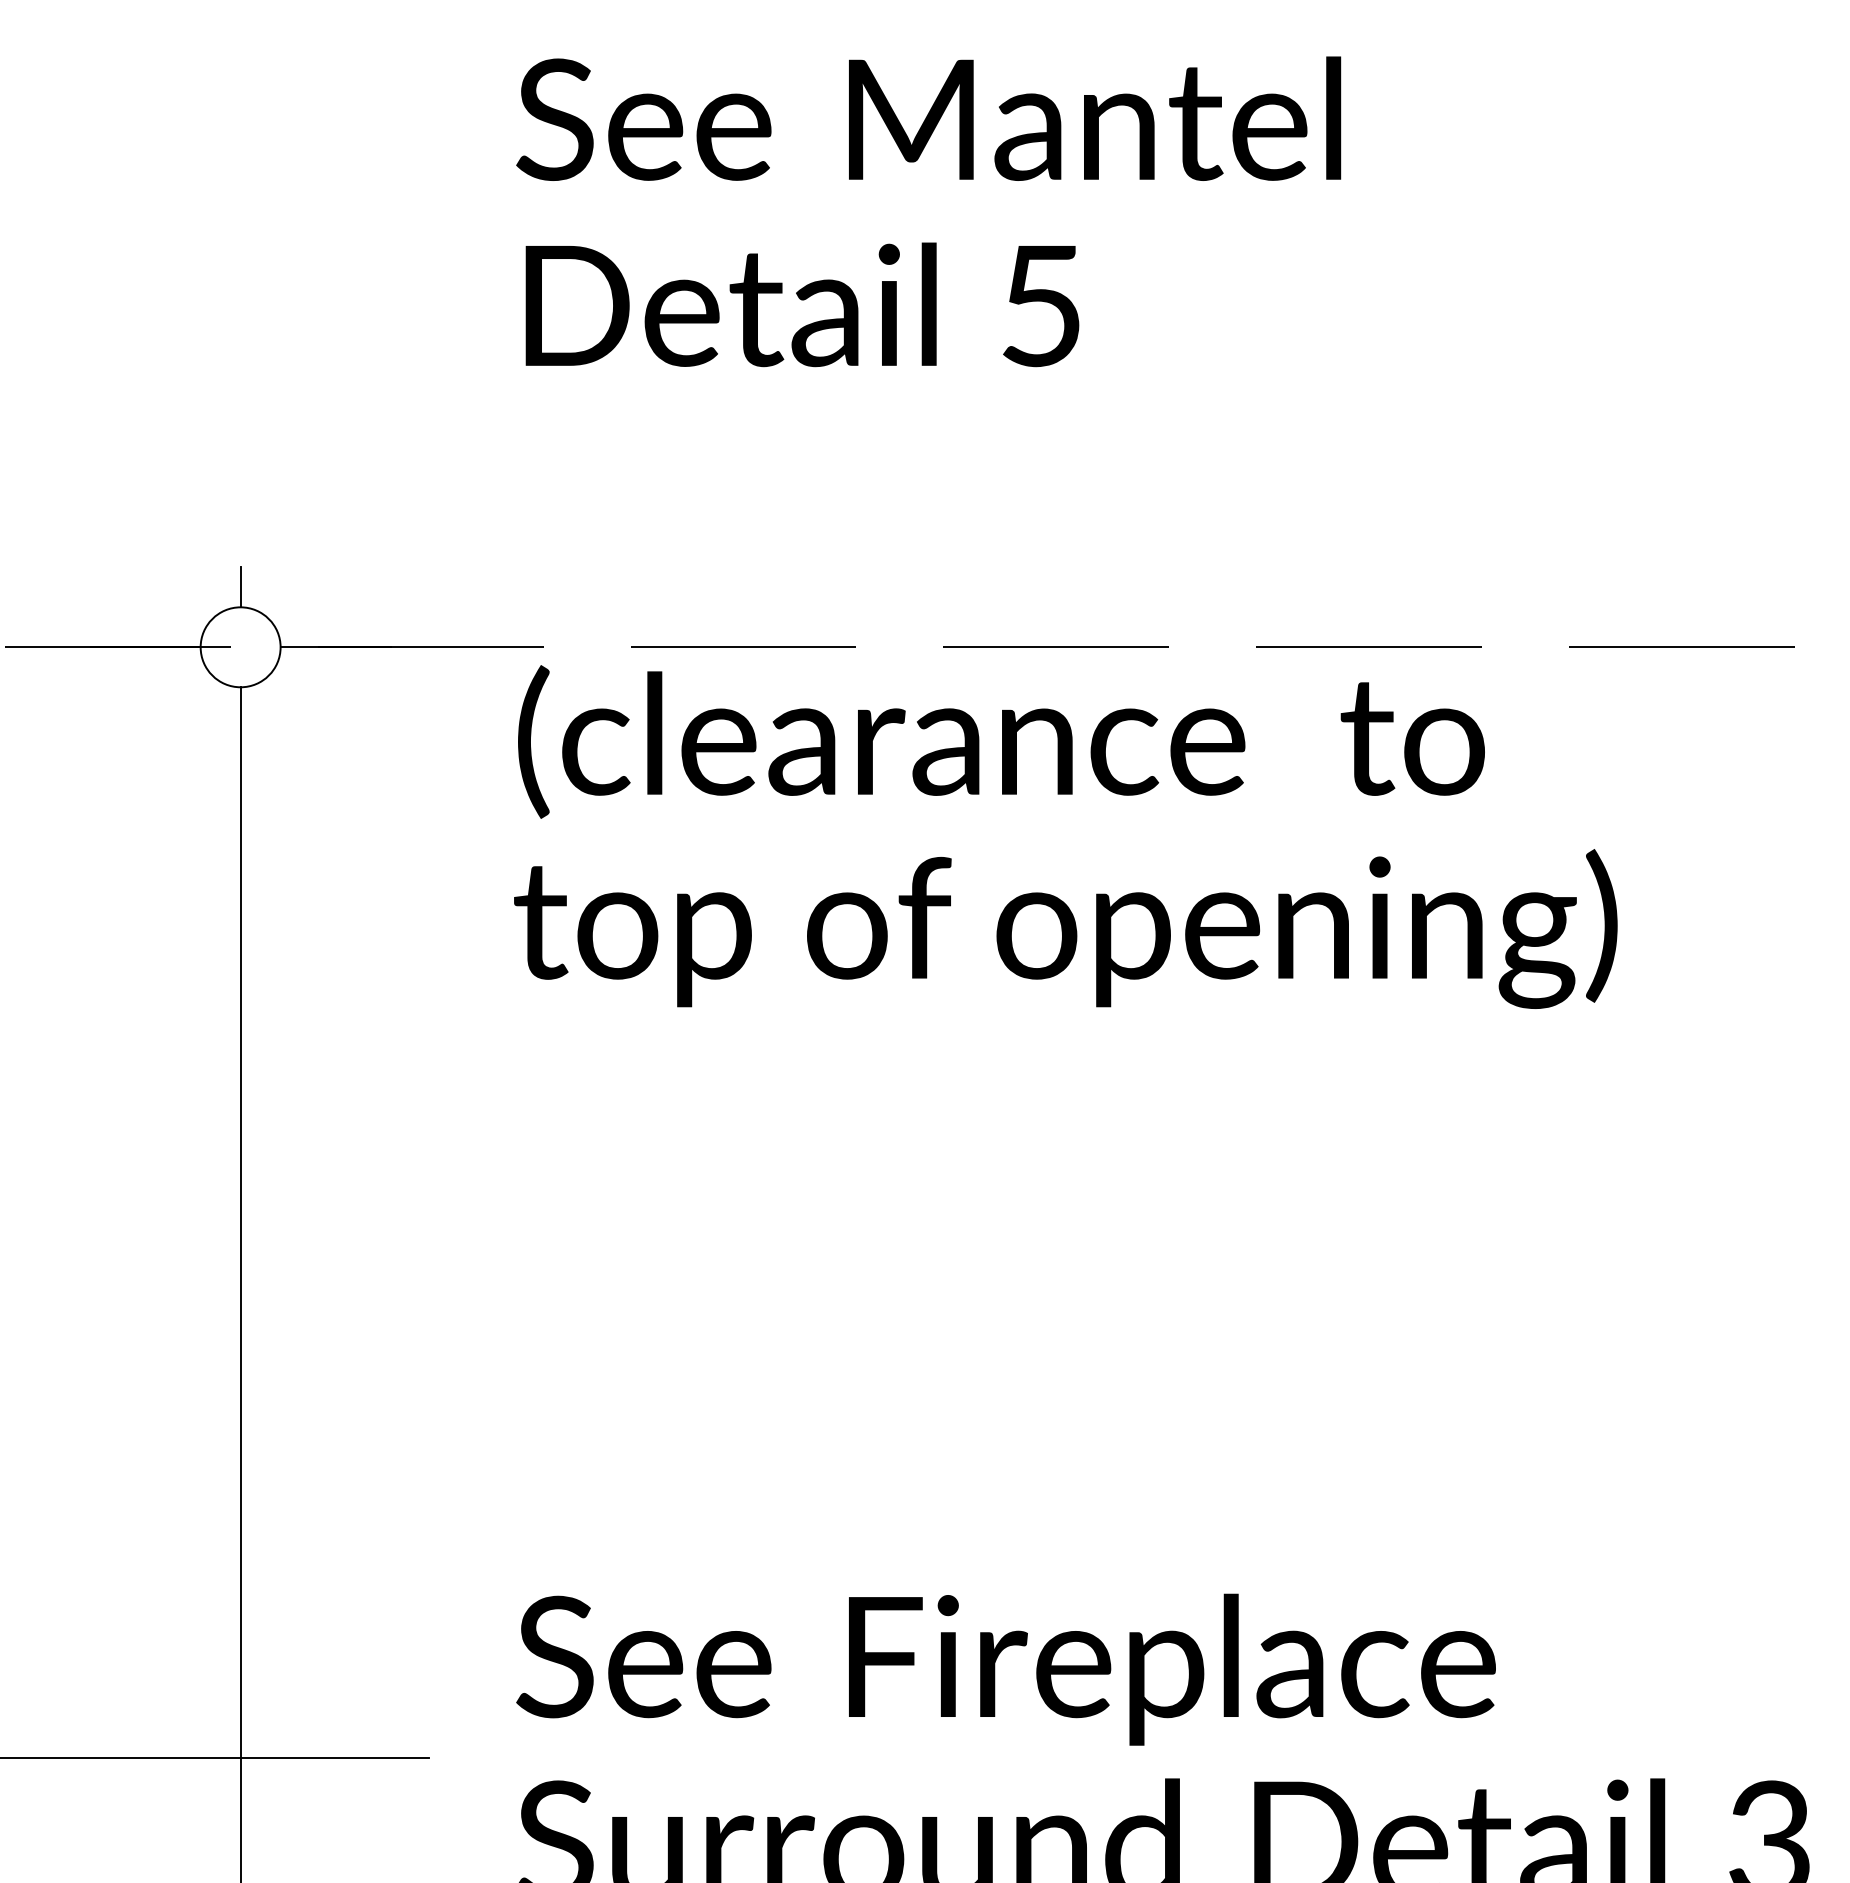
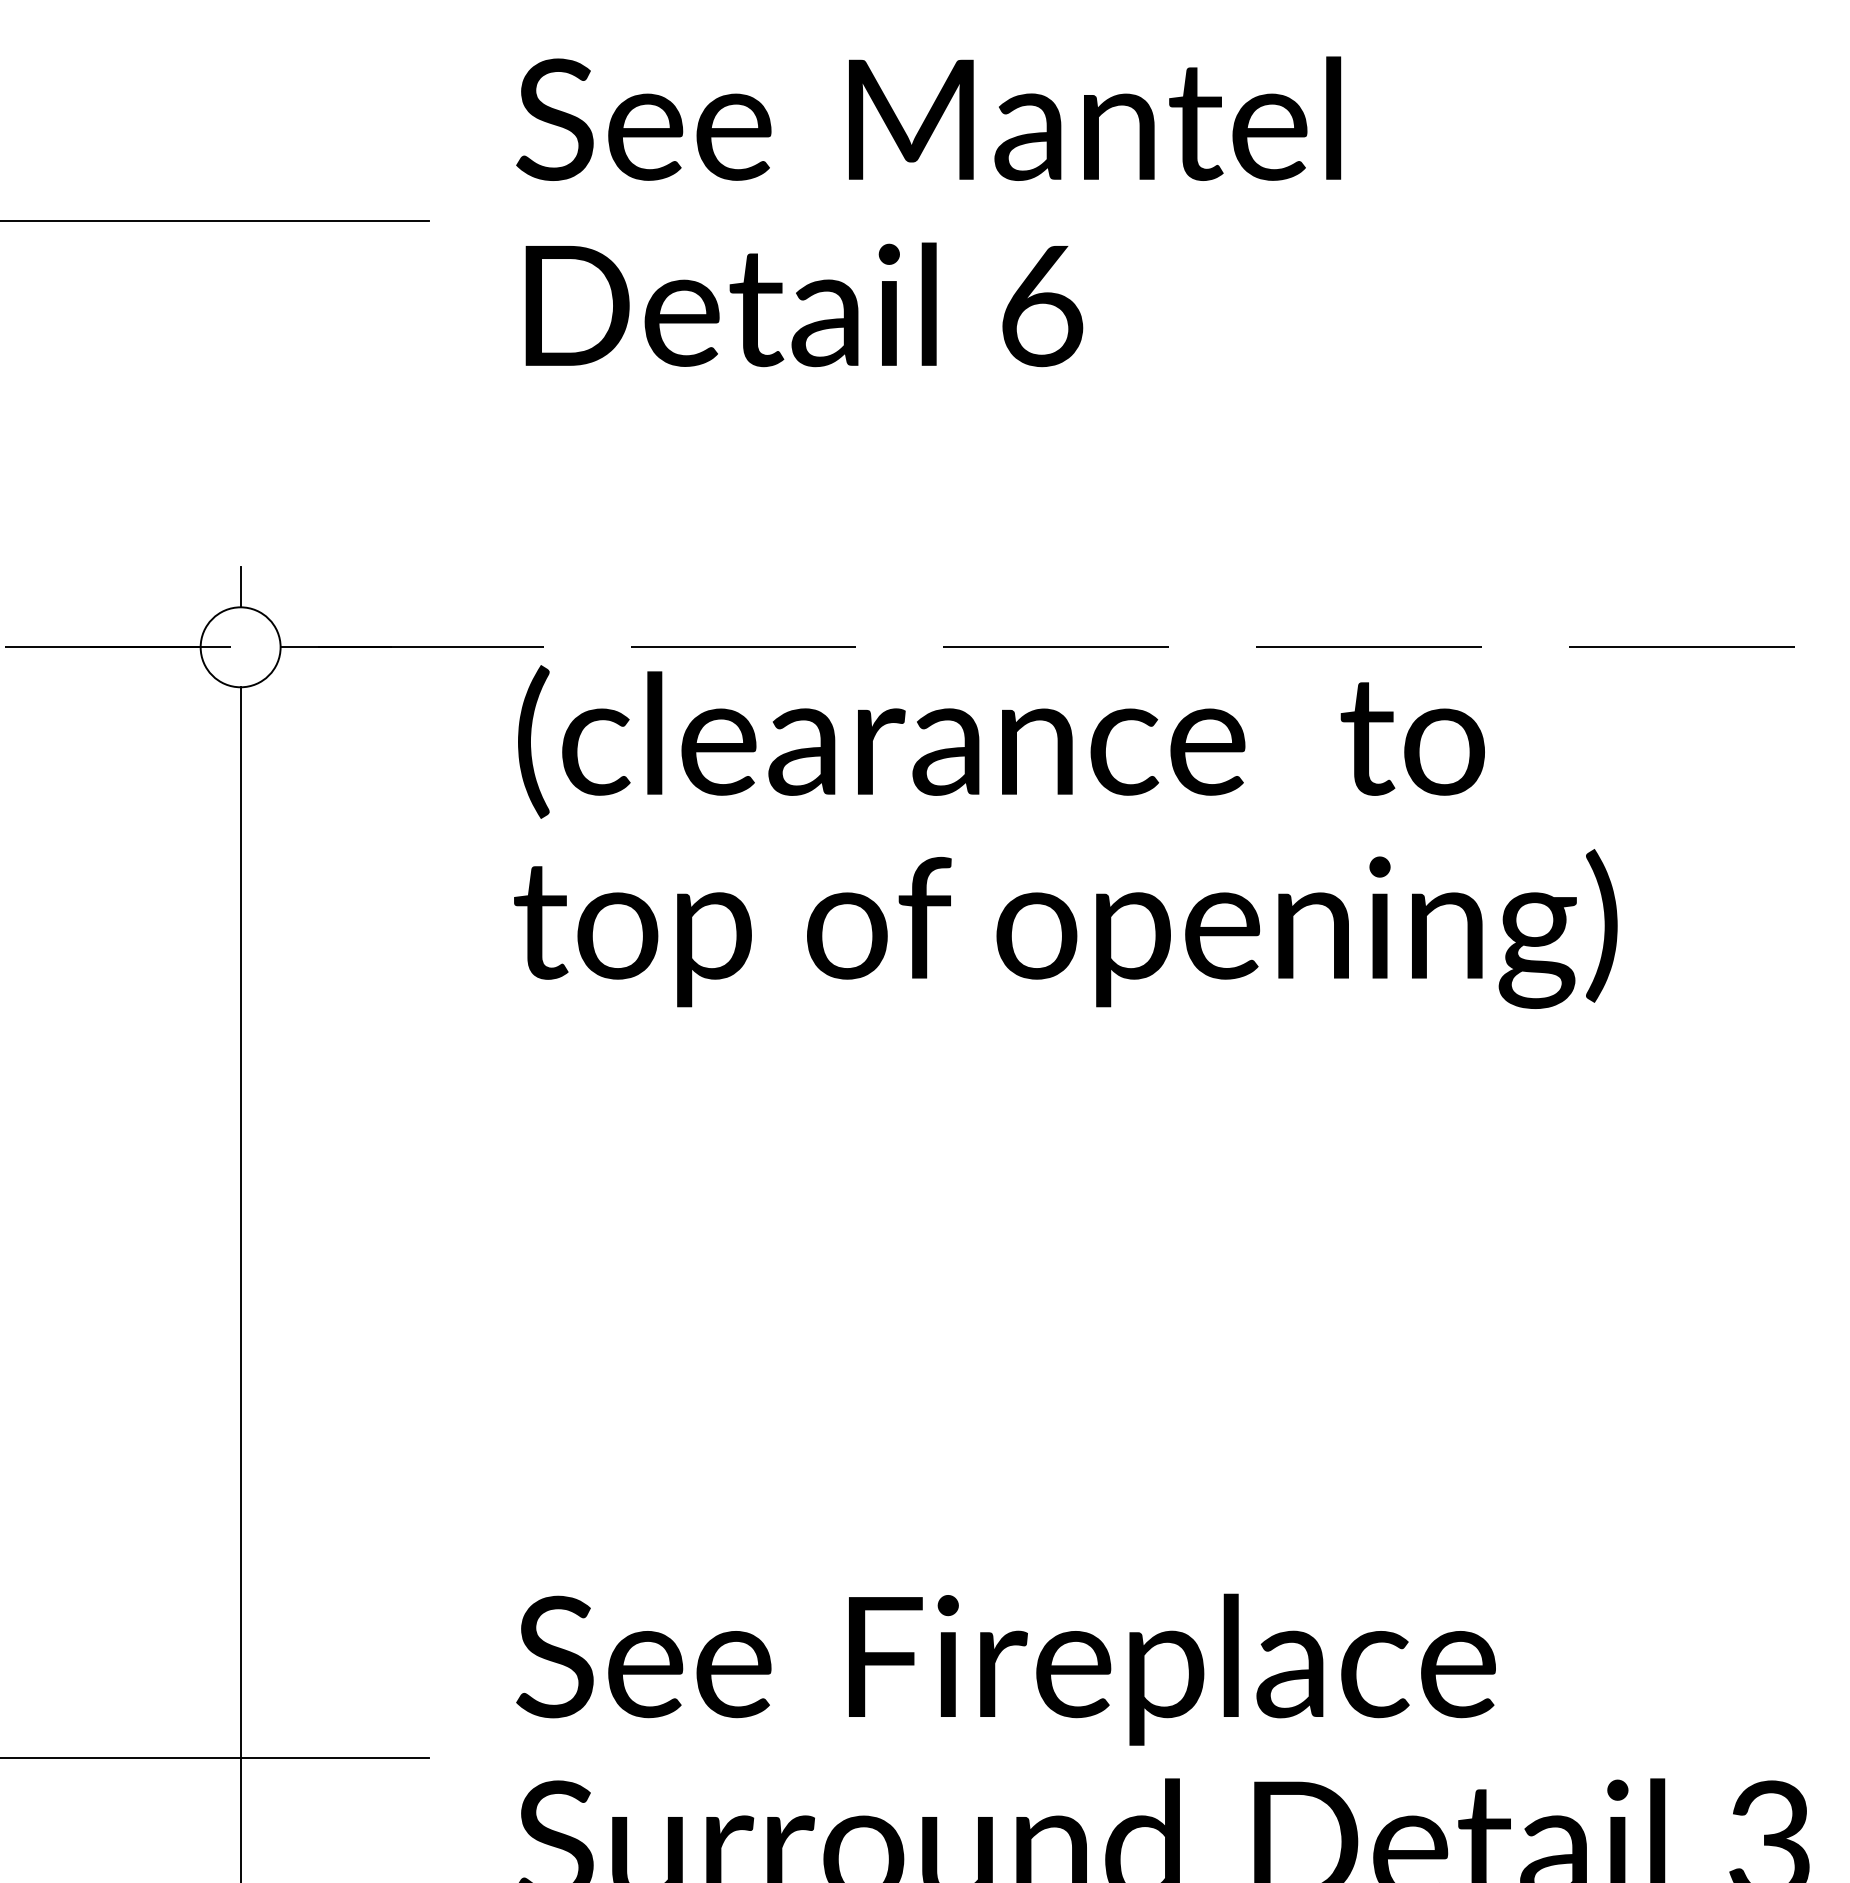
line at (215, 220): none -> present
text at (1042, 306): 5 -> 6
